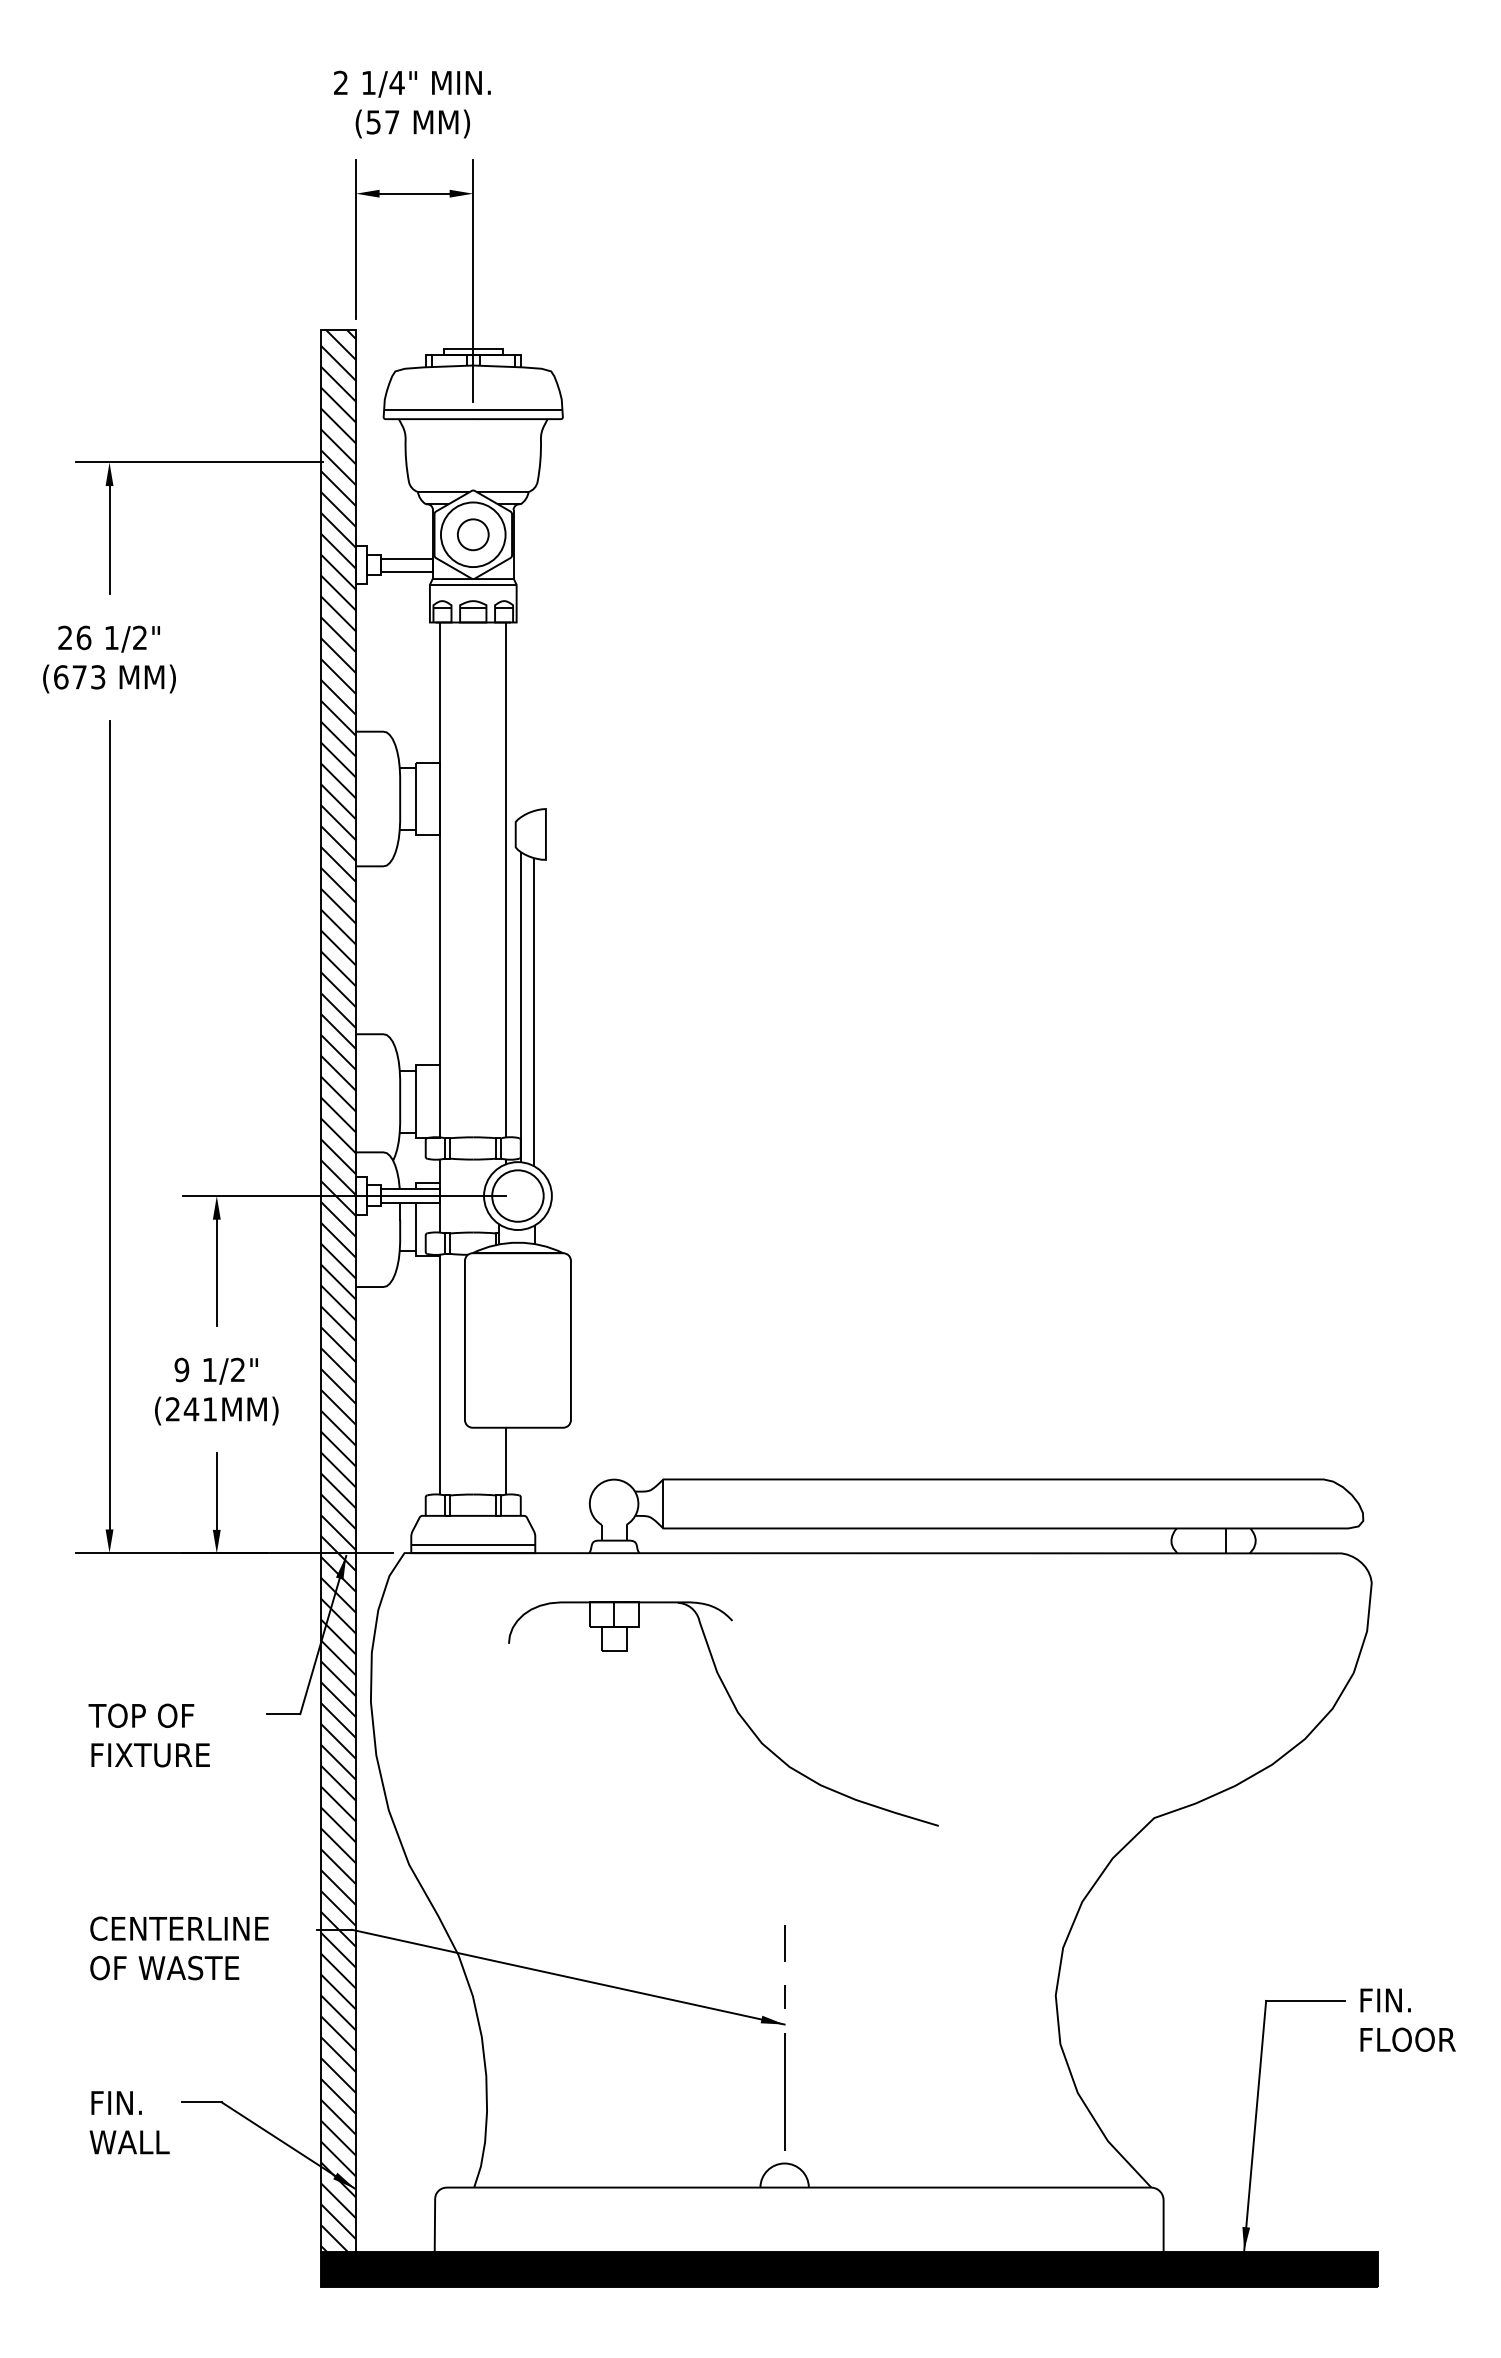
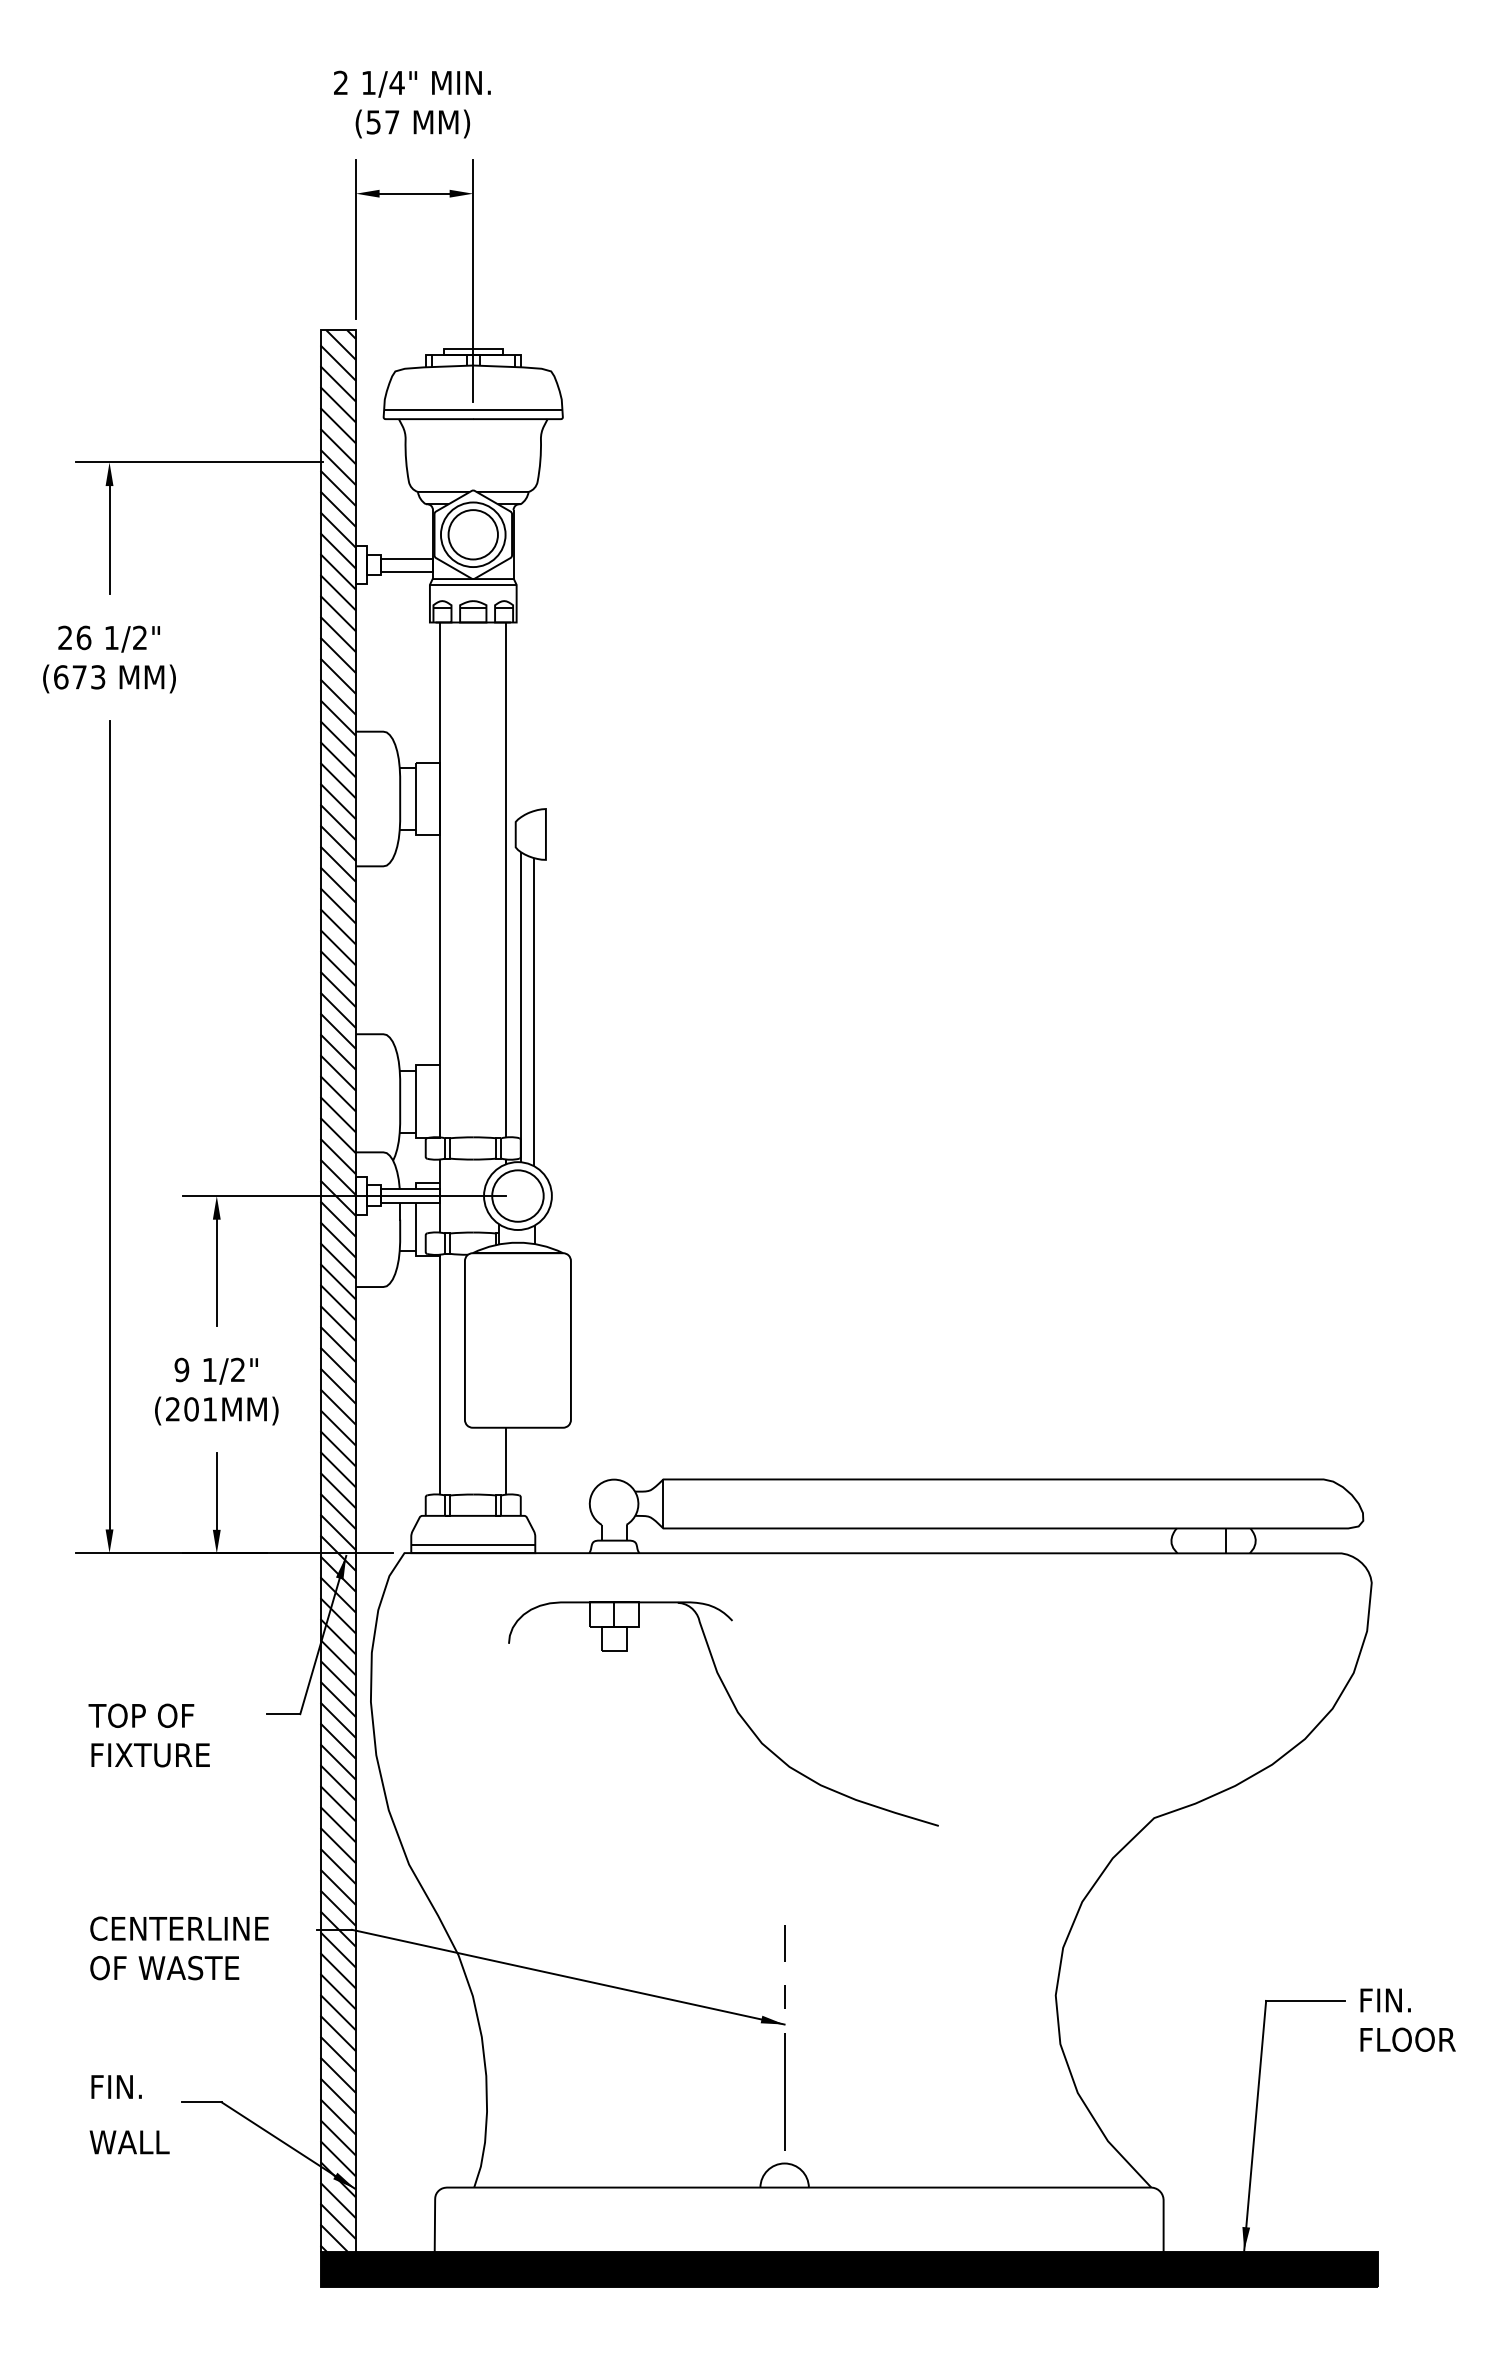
circle at (472, 534) diameter: 31 px -> 49 px
text at (191, 1409): (241MM) -> (201MM)
text at (116, 2102) position: (116, 2102) -> (116, 2086)
